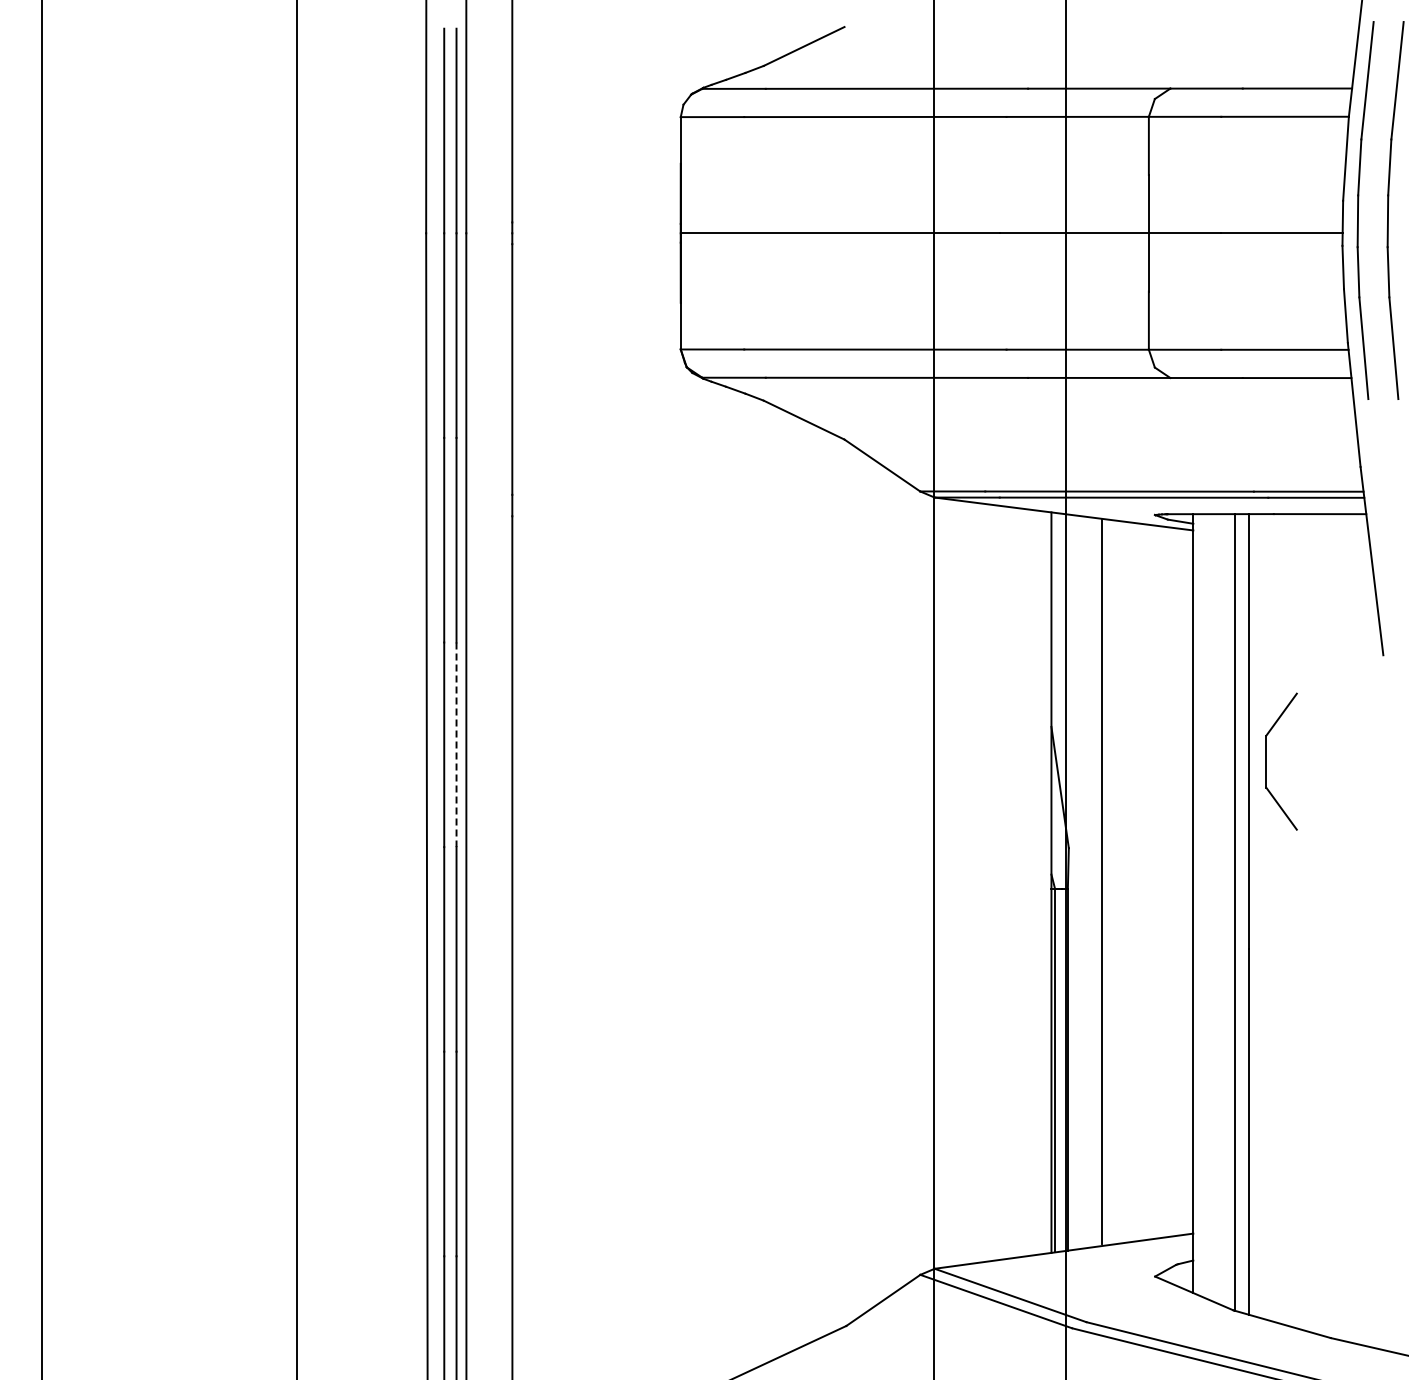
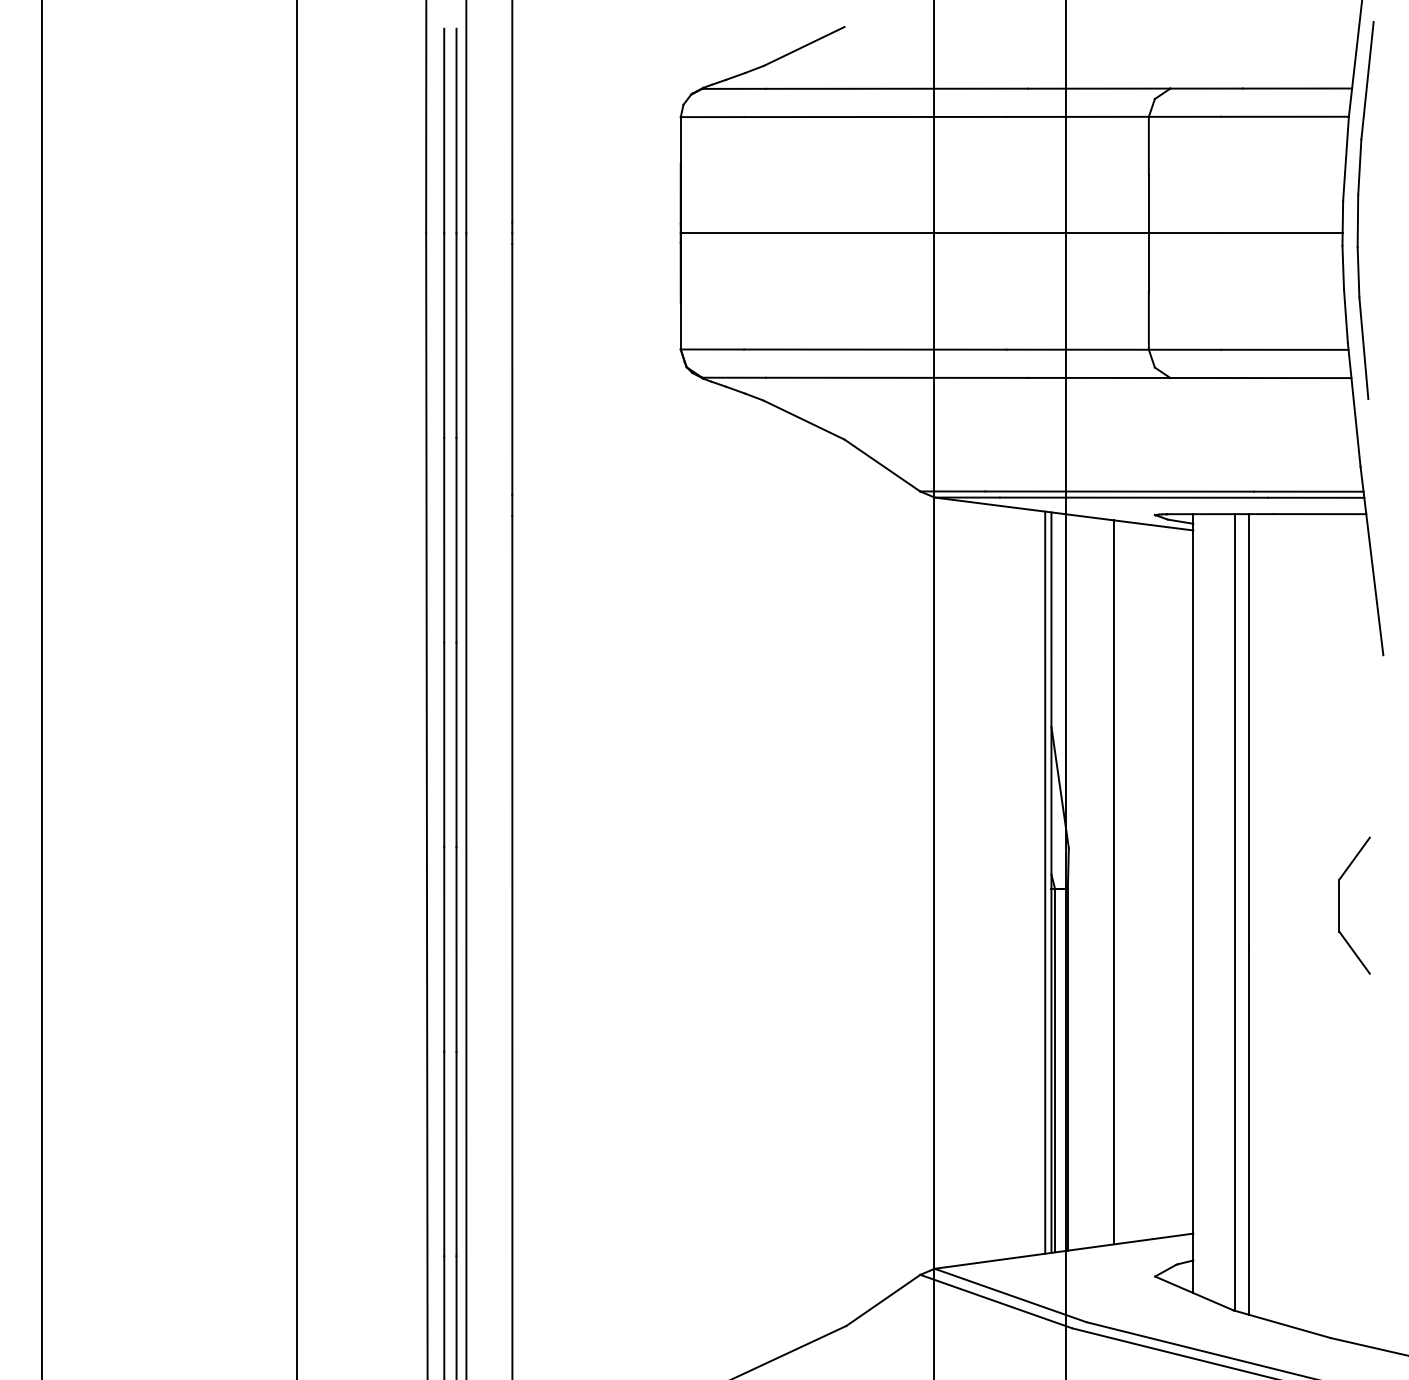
part at (1388, 210): present -> none
line at (456, 745): dashed -> solid
part at (1266, 761) position: (1266, 761) -> (1339, 905)
line at (1045, 882): none -> present
line at (1101, 882) position: (1101, 882) -> (1113, 882)
